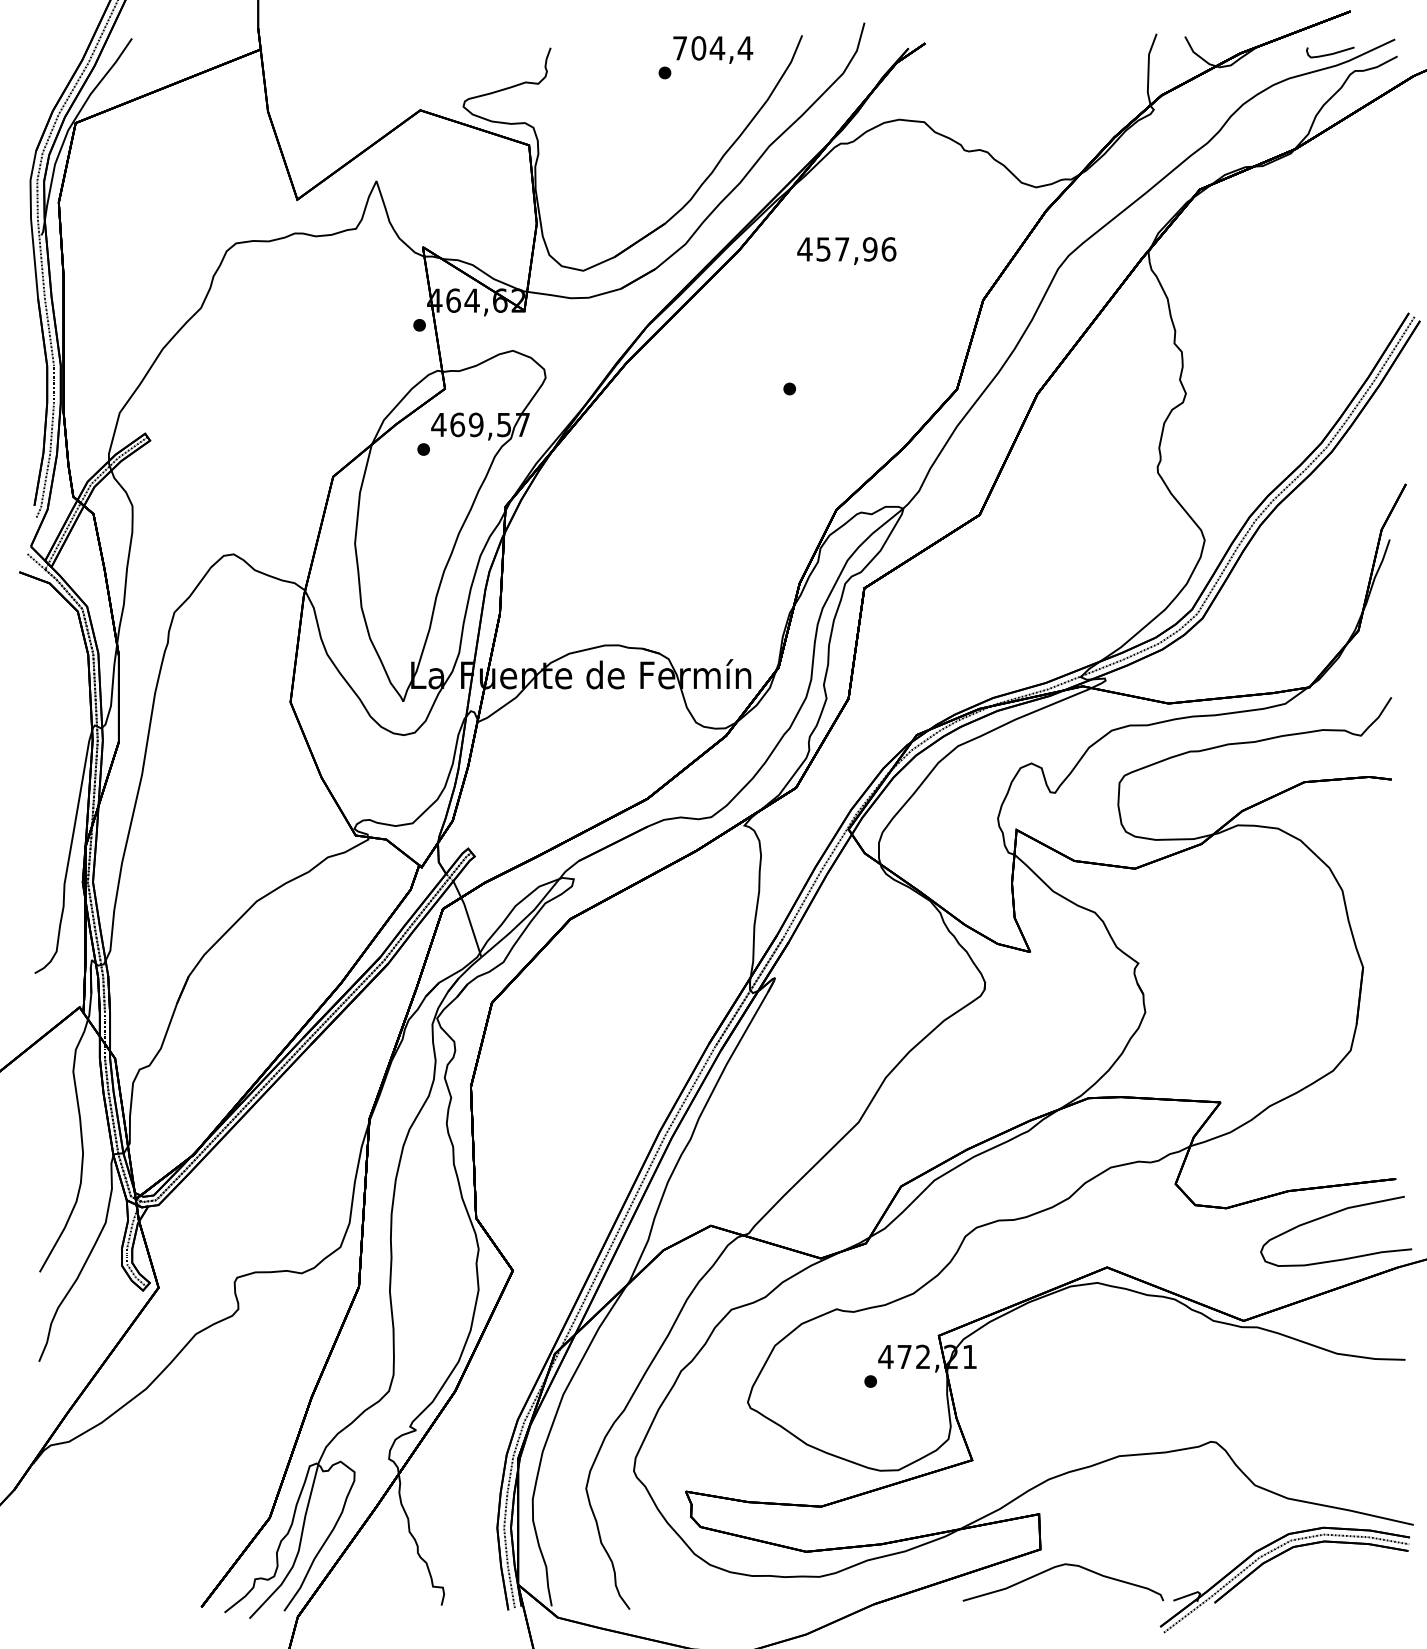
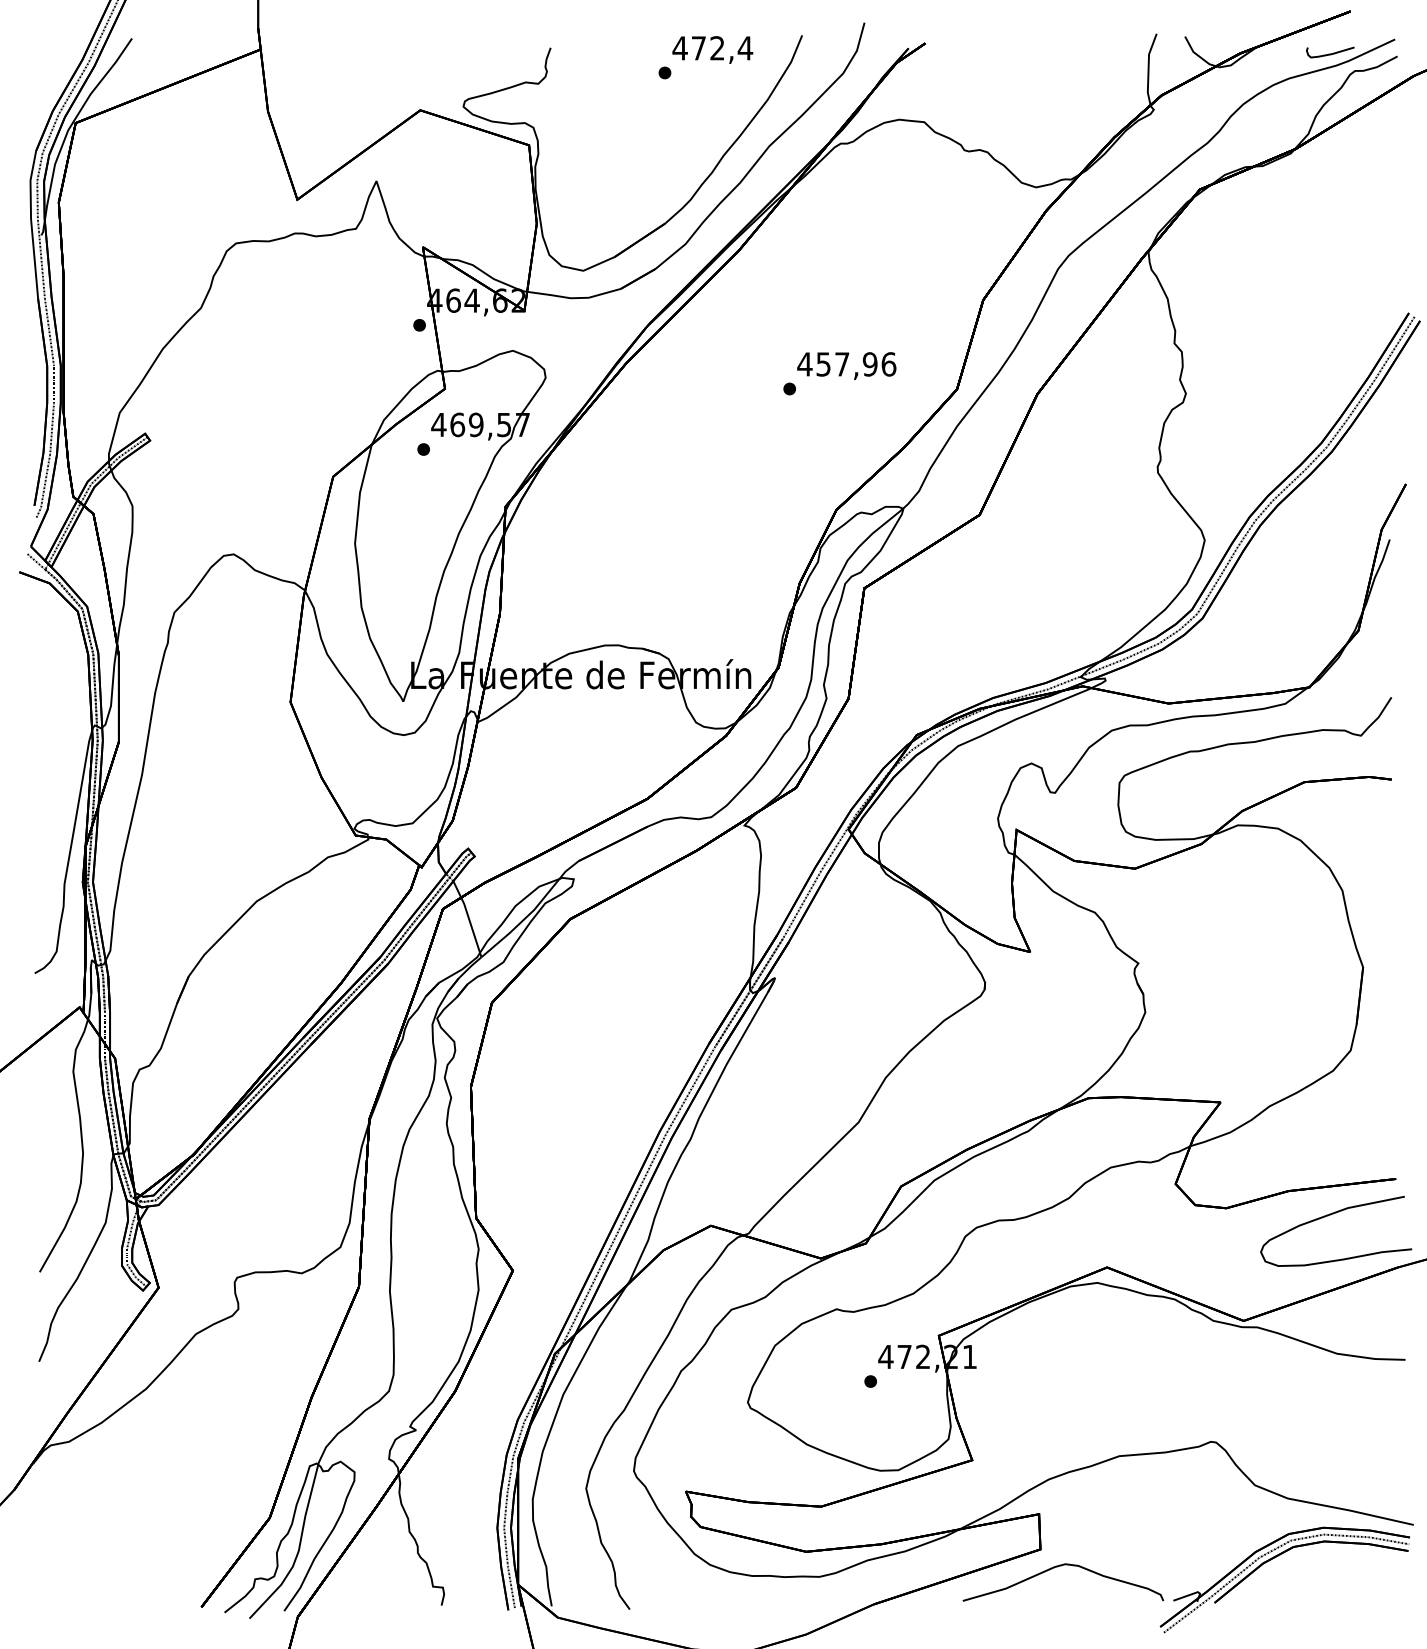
text at (698, 48): 704,4 -> 472,4
text at (846, 250) position: (846, 250) -> (846, 365)
